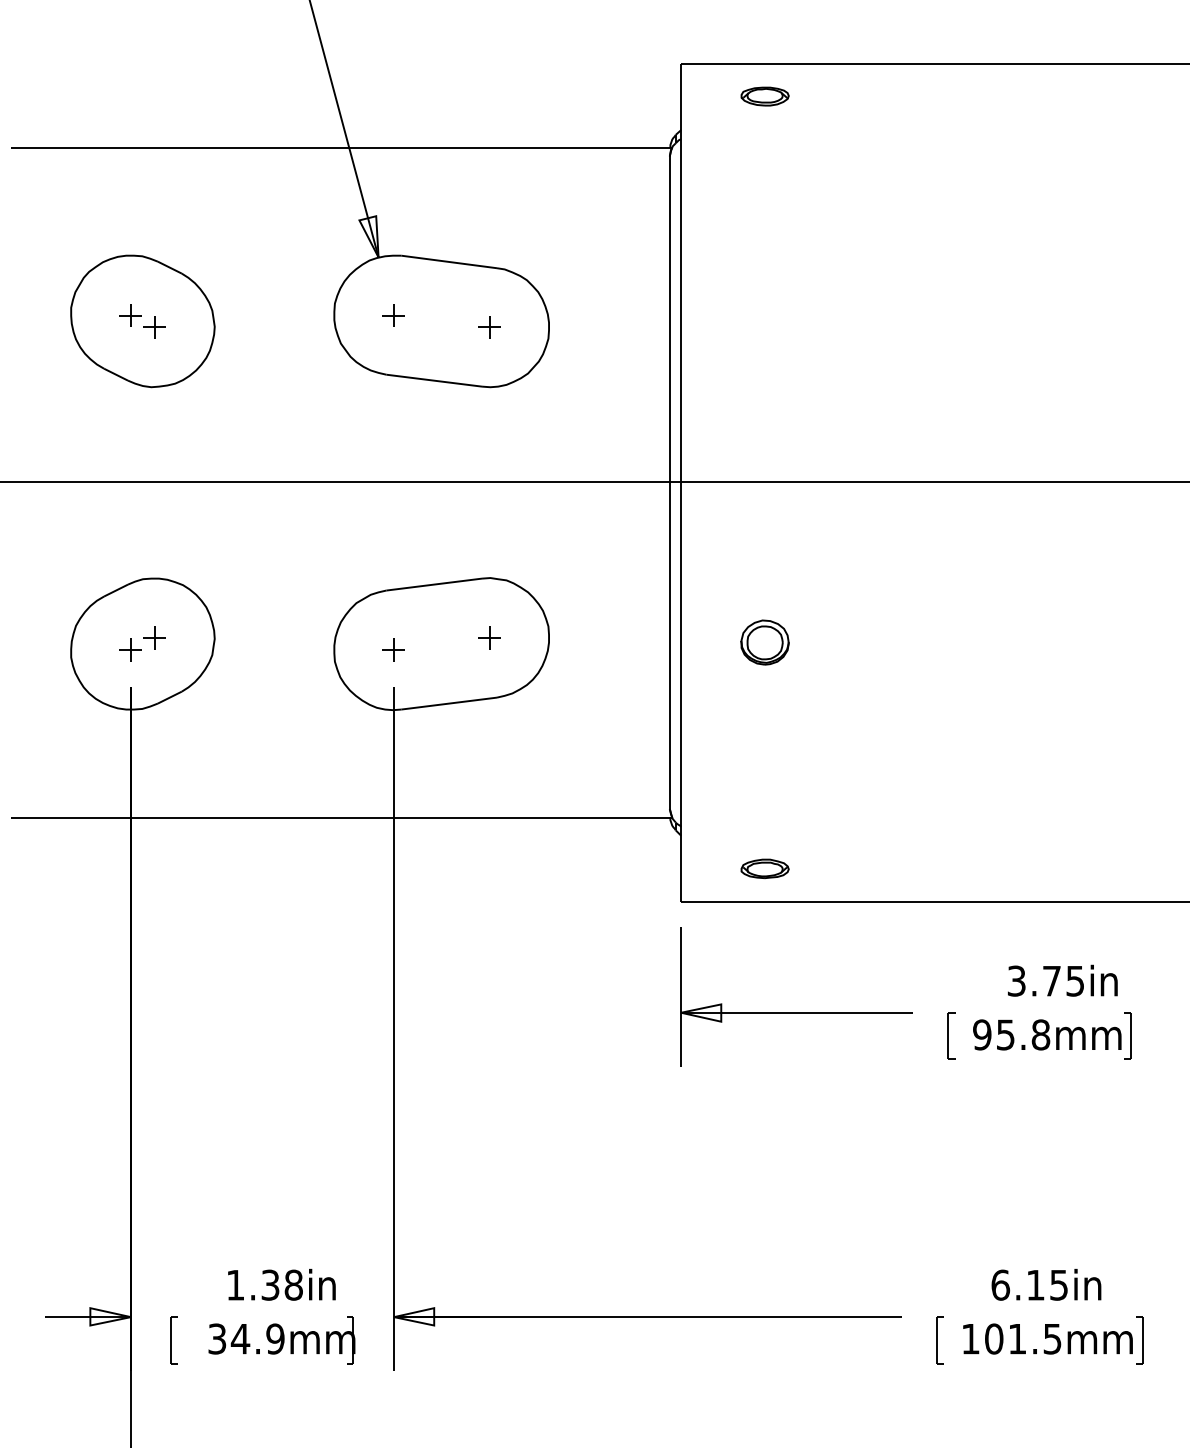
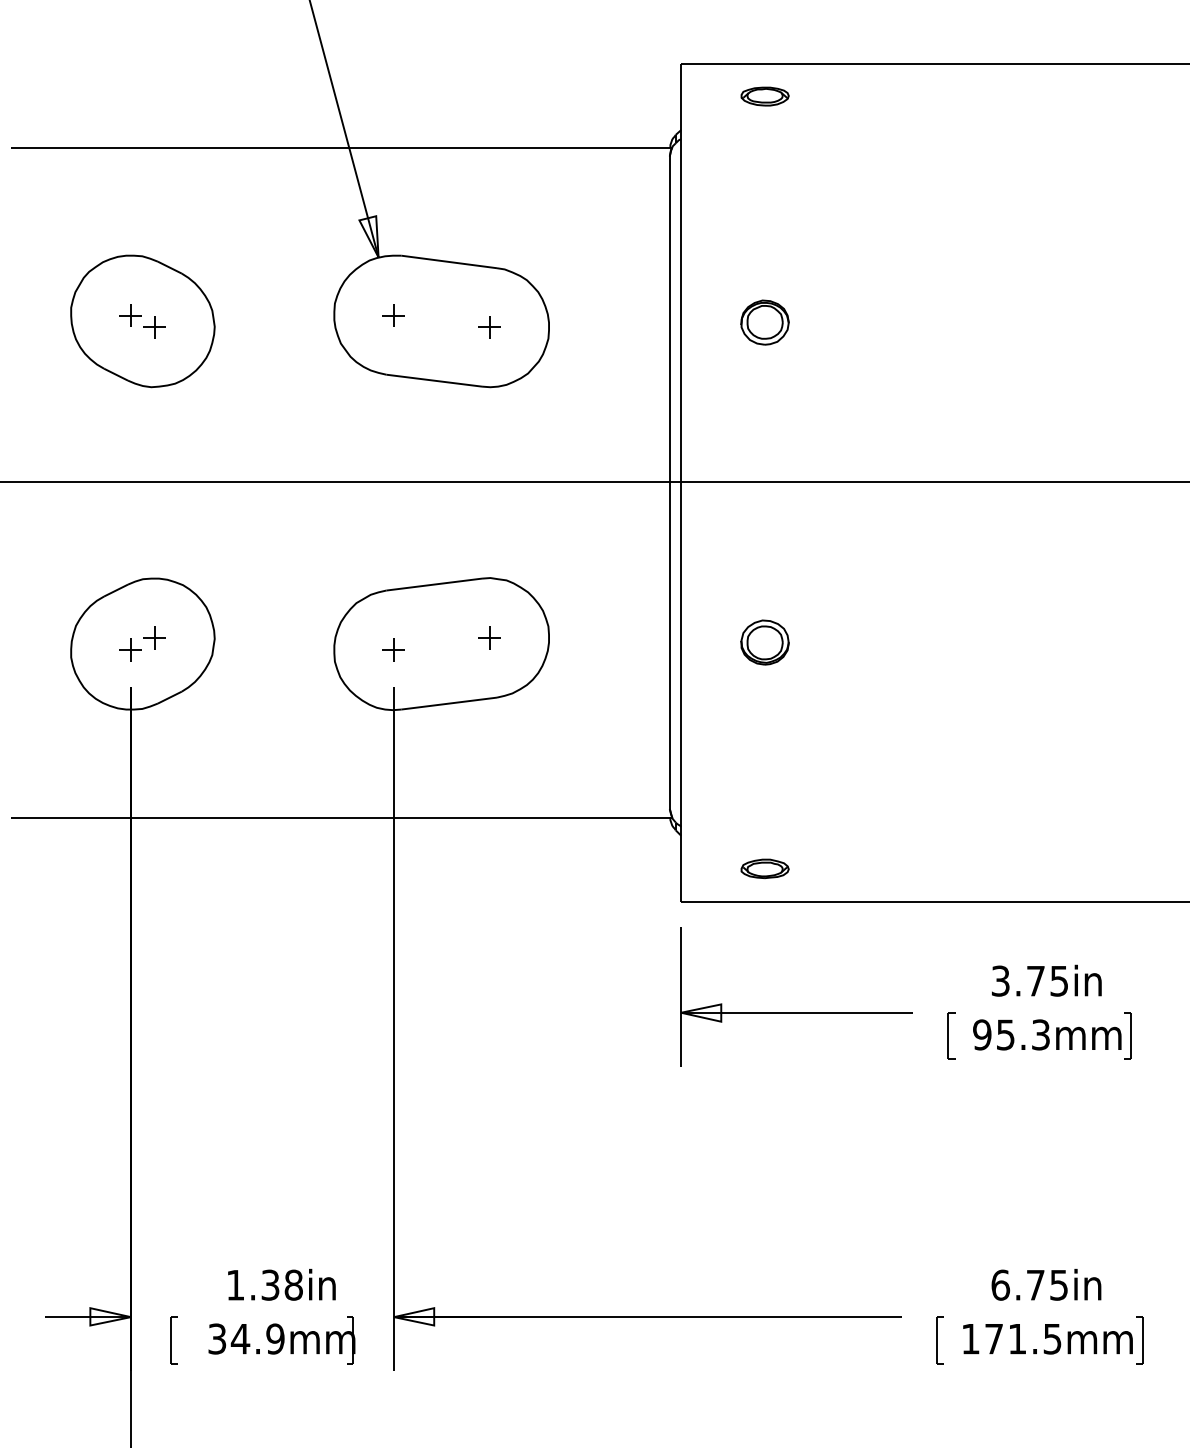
part at (764, 322): none -> present
text at (1062, 980) position: (1062, 980) -> (1046, 980)
text at (1040, 1034): 95.8mm -> 95.3mm
text at (1035, 1285): 6.15in -> 6.75in
text at (994, 1338): 101.5mm -> 171.5mm
